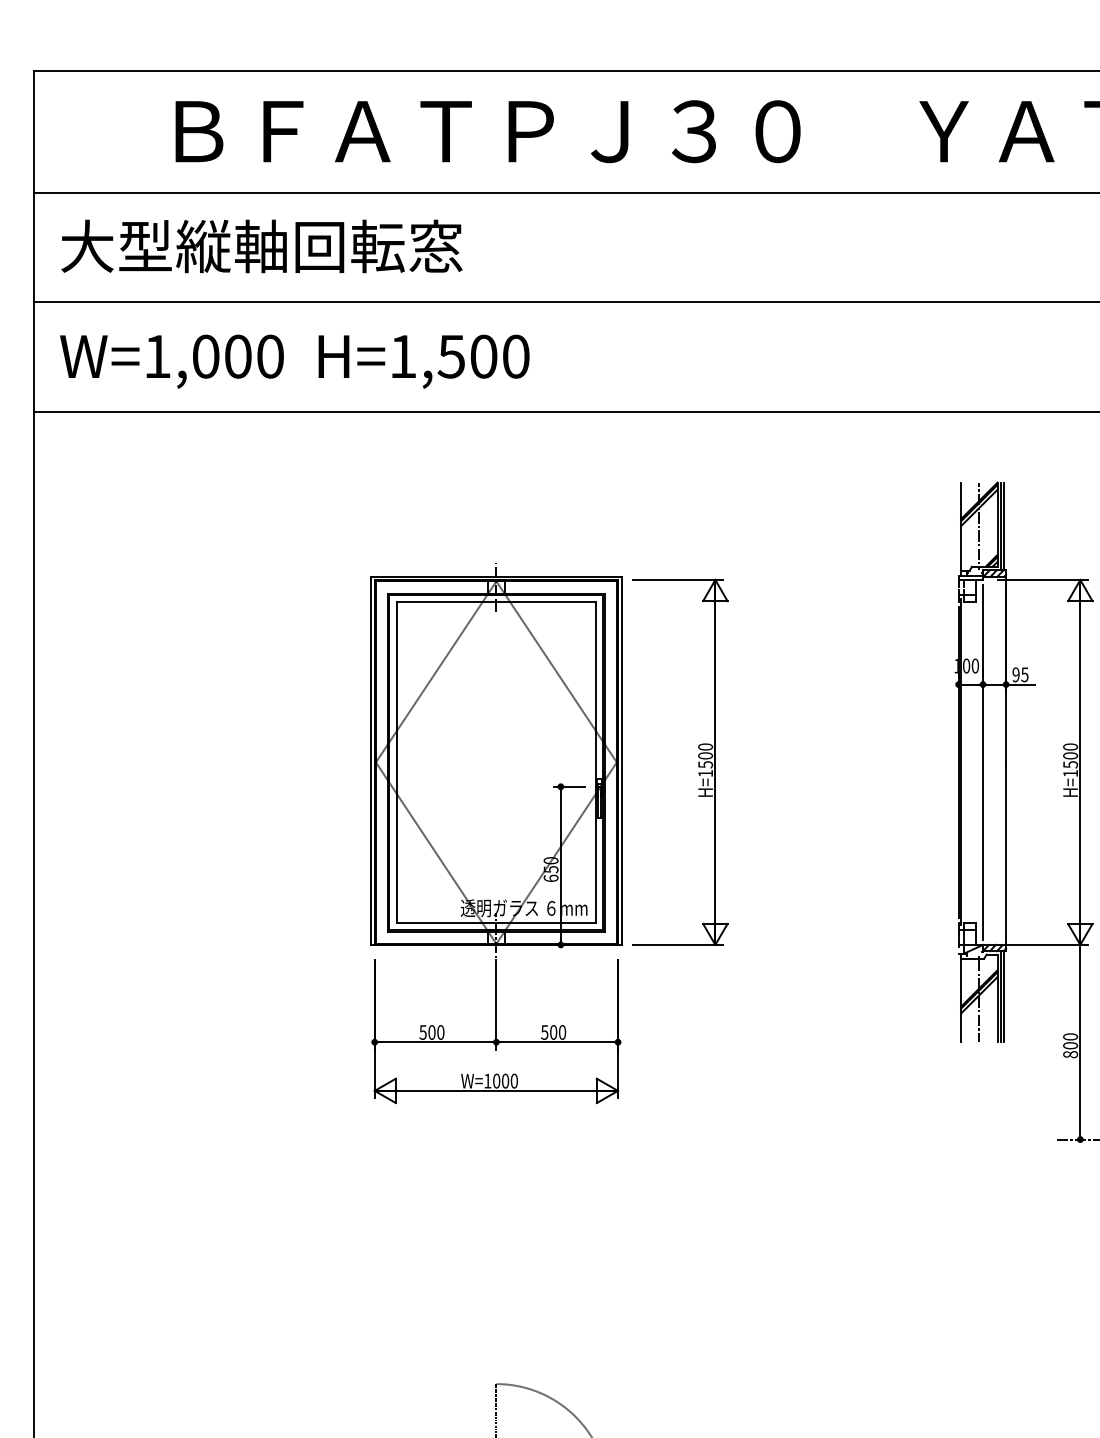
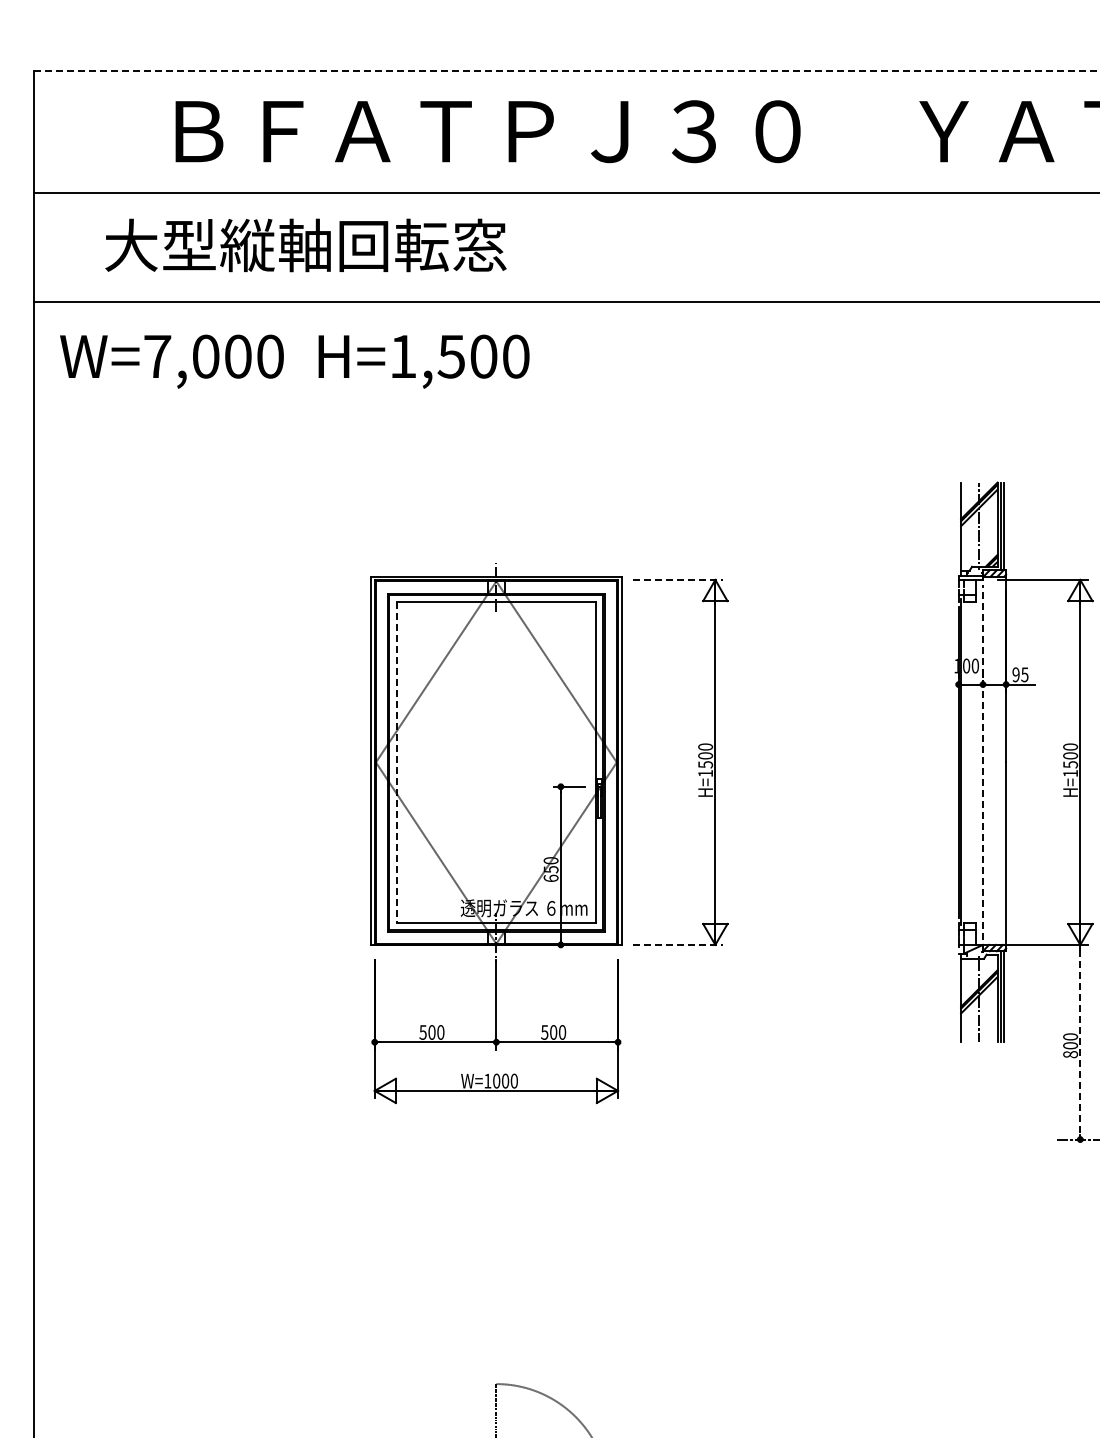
line at (566, 70): solid -> dashed
text at (261, 246) position: (261, 246) -> (305, 245)
text at (157, 356): W=1,000 -> W=7,000
line at (565, 411): present -> none
line at (678, 579): solid -> dashed
line at (396, 762): solid -> dashed
line at (983, 762): solid -> dashed
line at (678, 944): solid -> dashed
line at (1080, 1042): solid -> dashed
